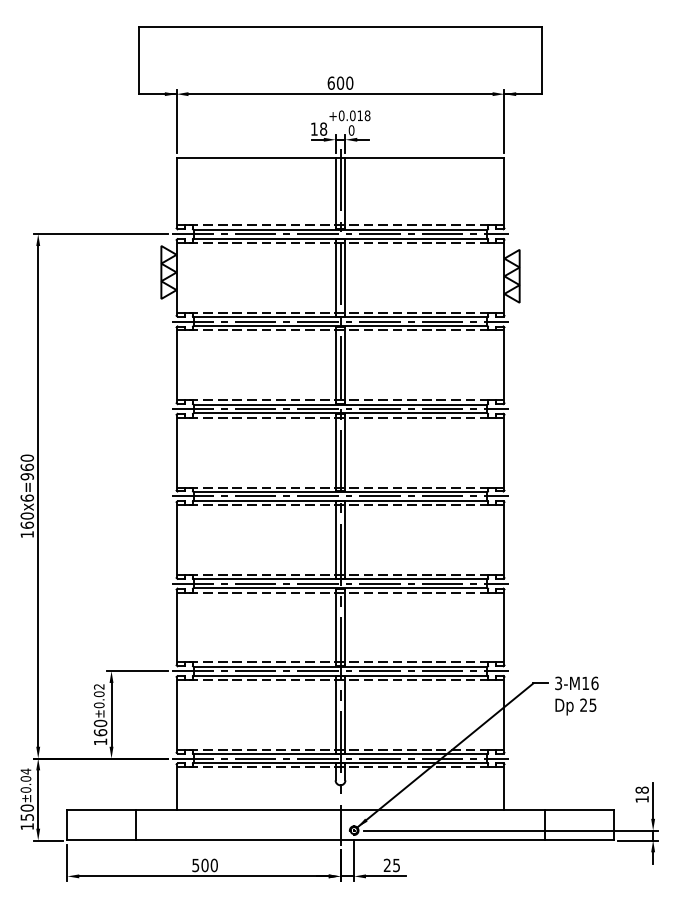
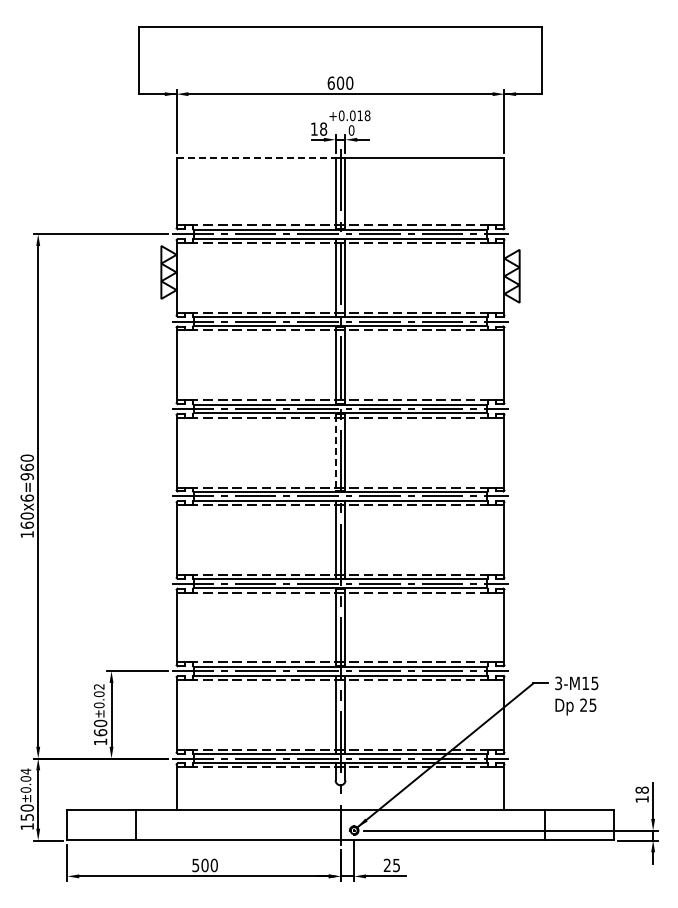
line at (256, 157): solid -> dashed
line at (335, 452): solid -> dashed
text at (594, 683): 3-M16 -> 3-M15
